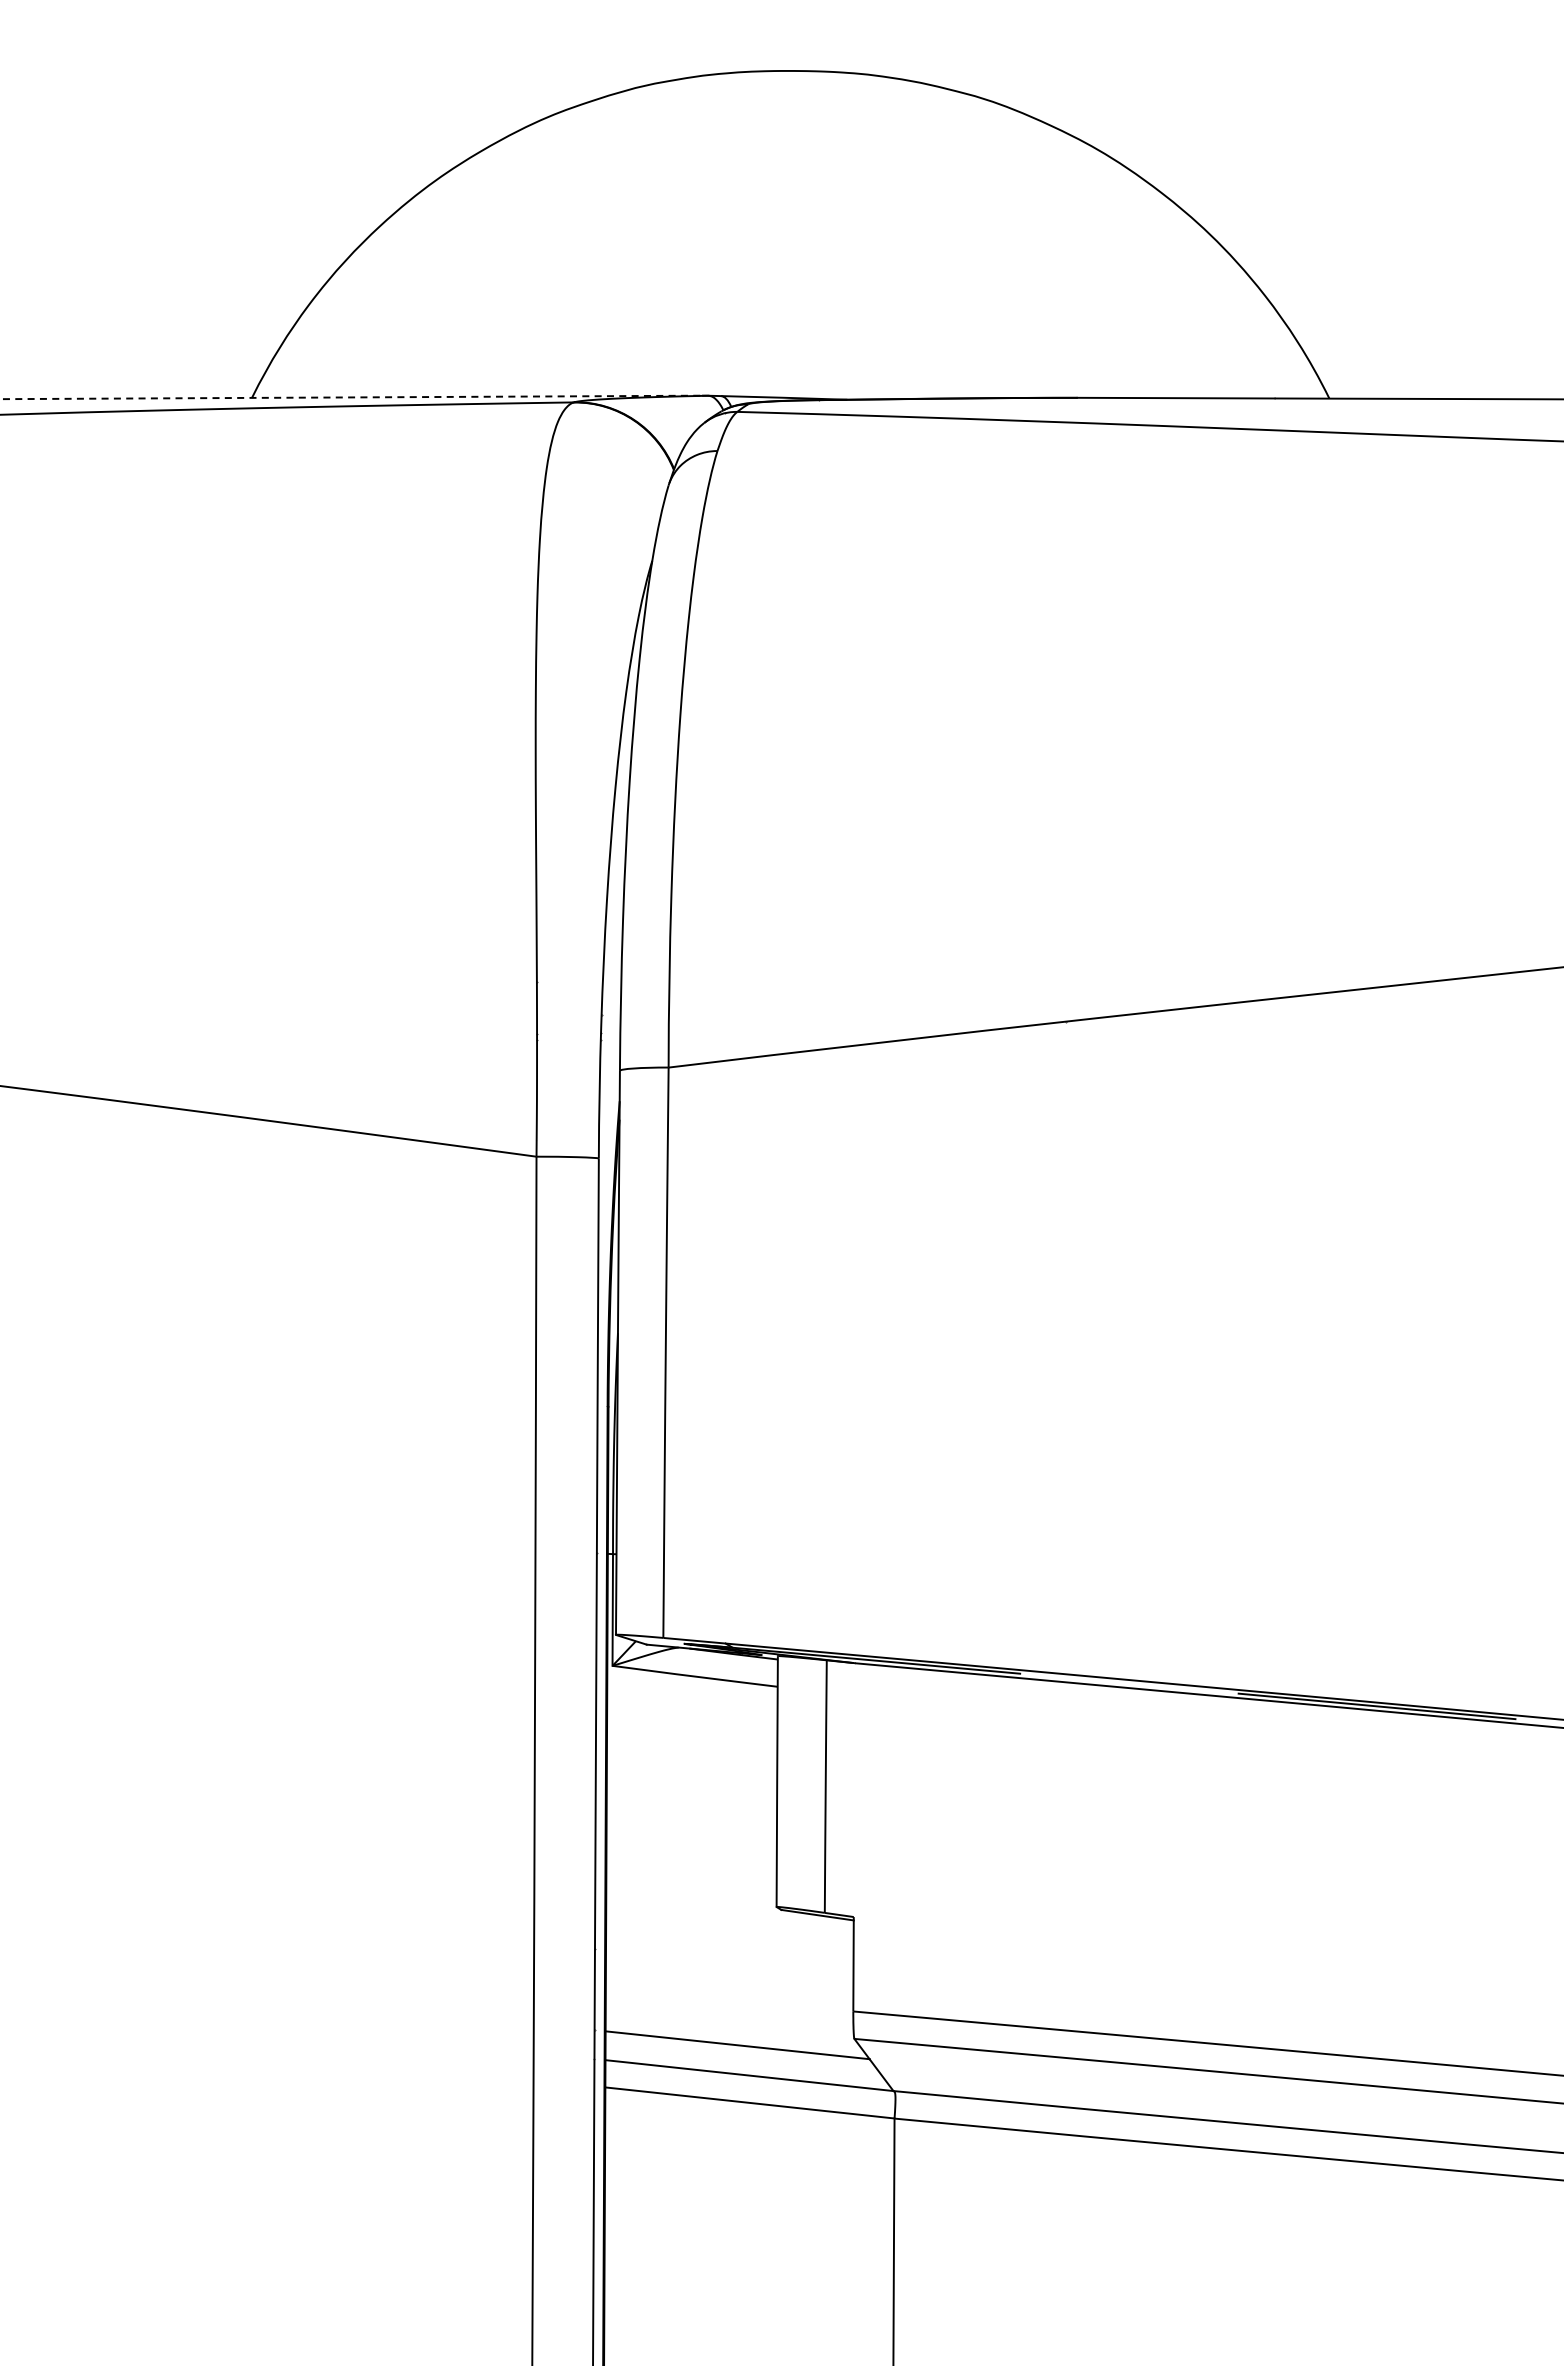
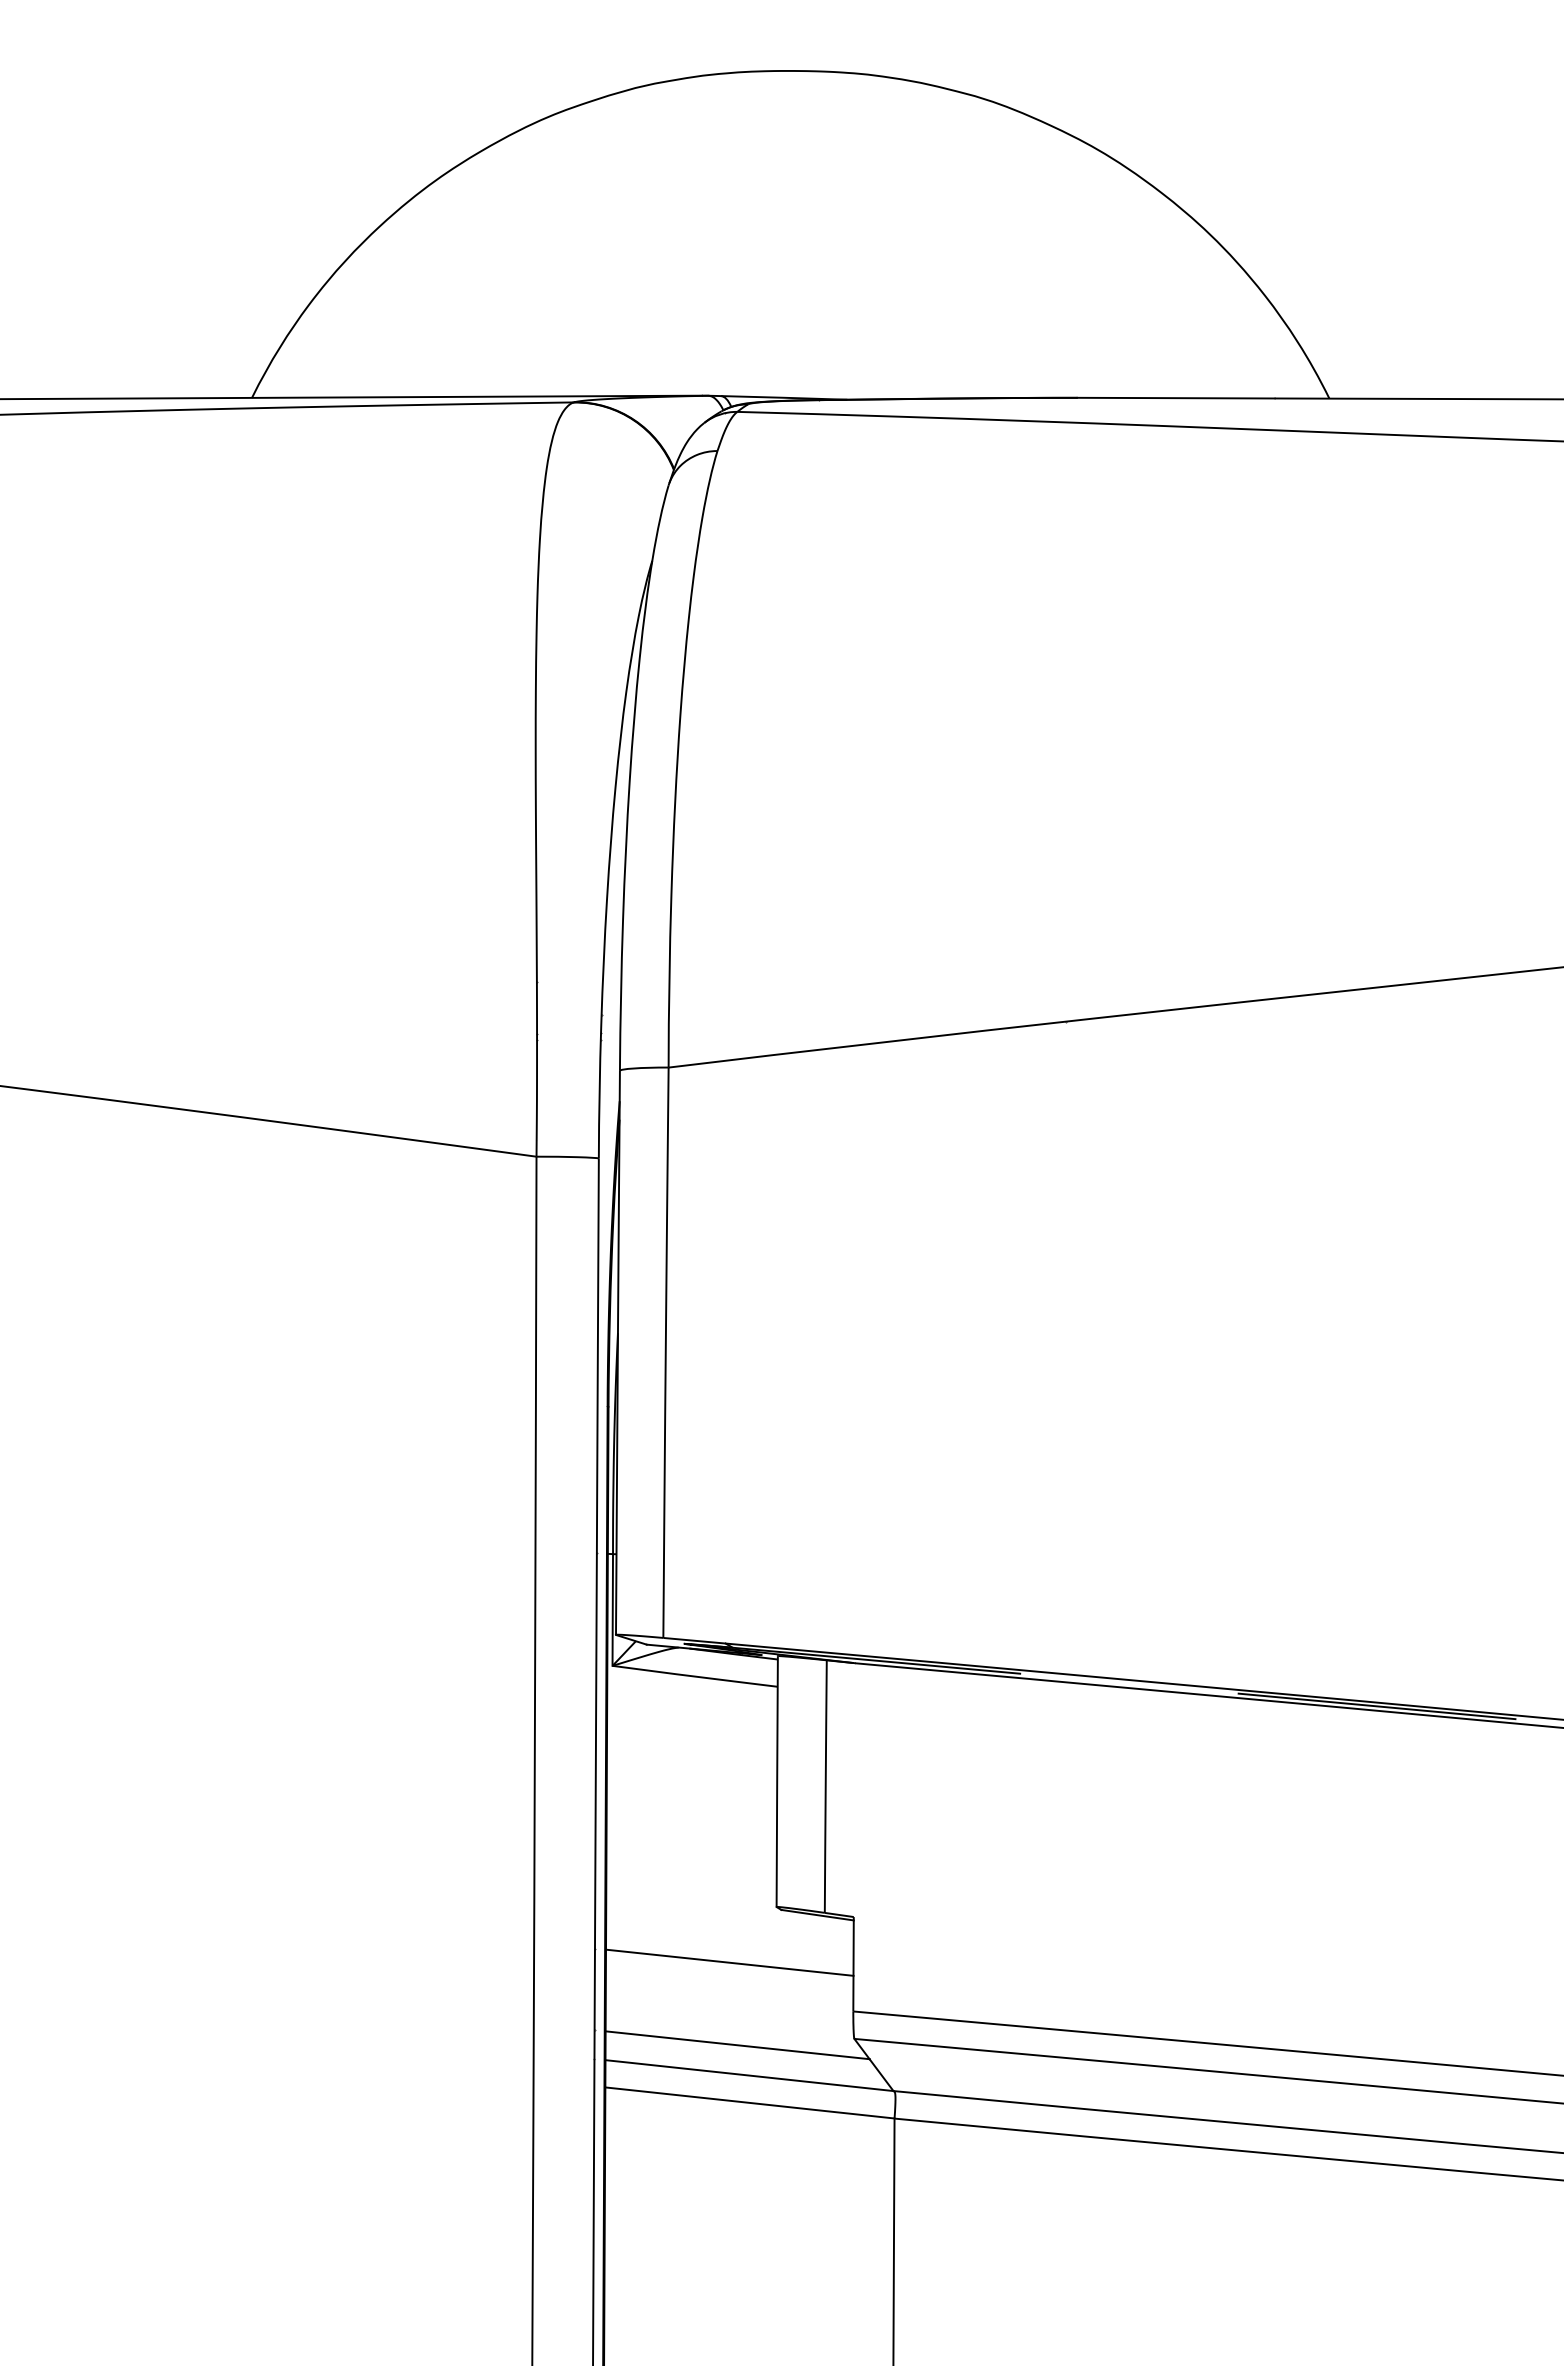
line at (350, 397): dashed -> solid
line at (729, 1962): none -> present
